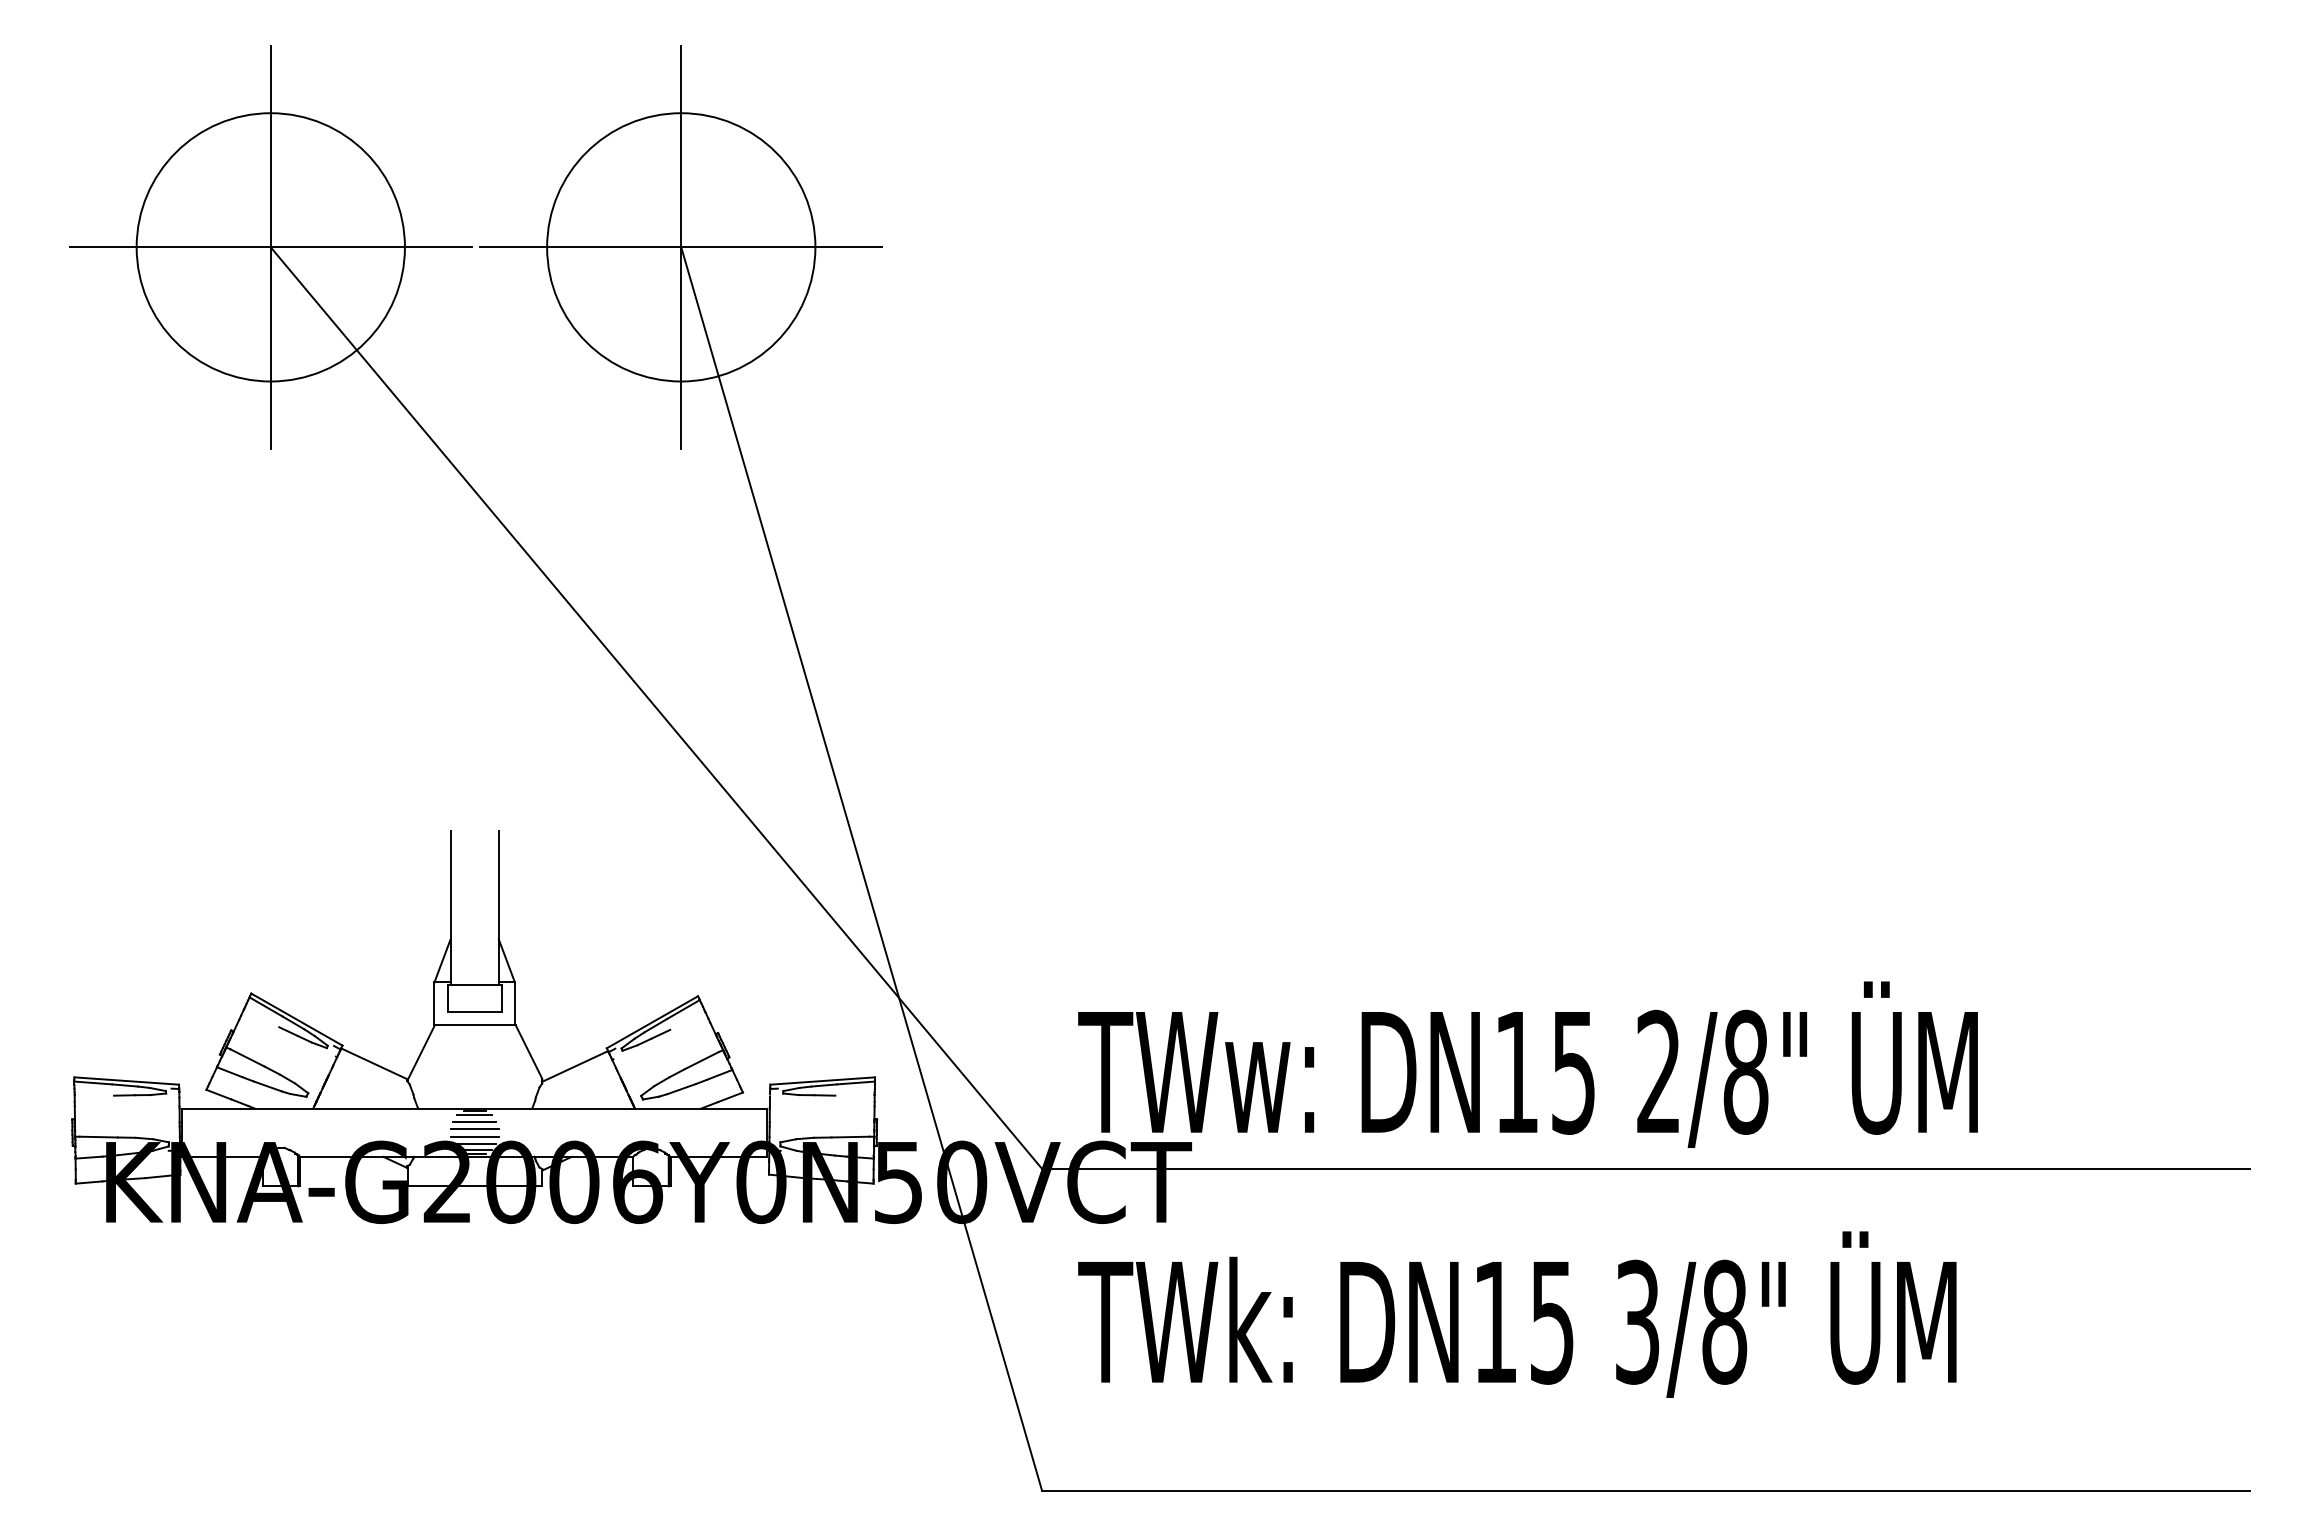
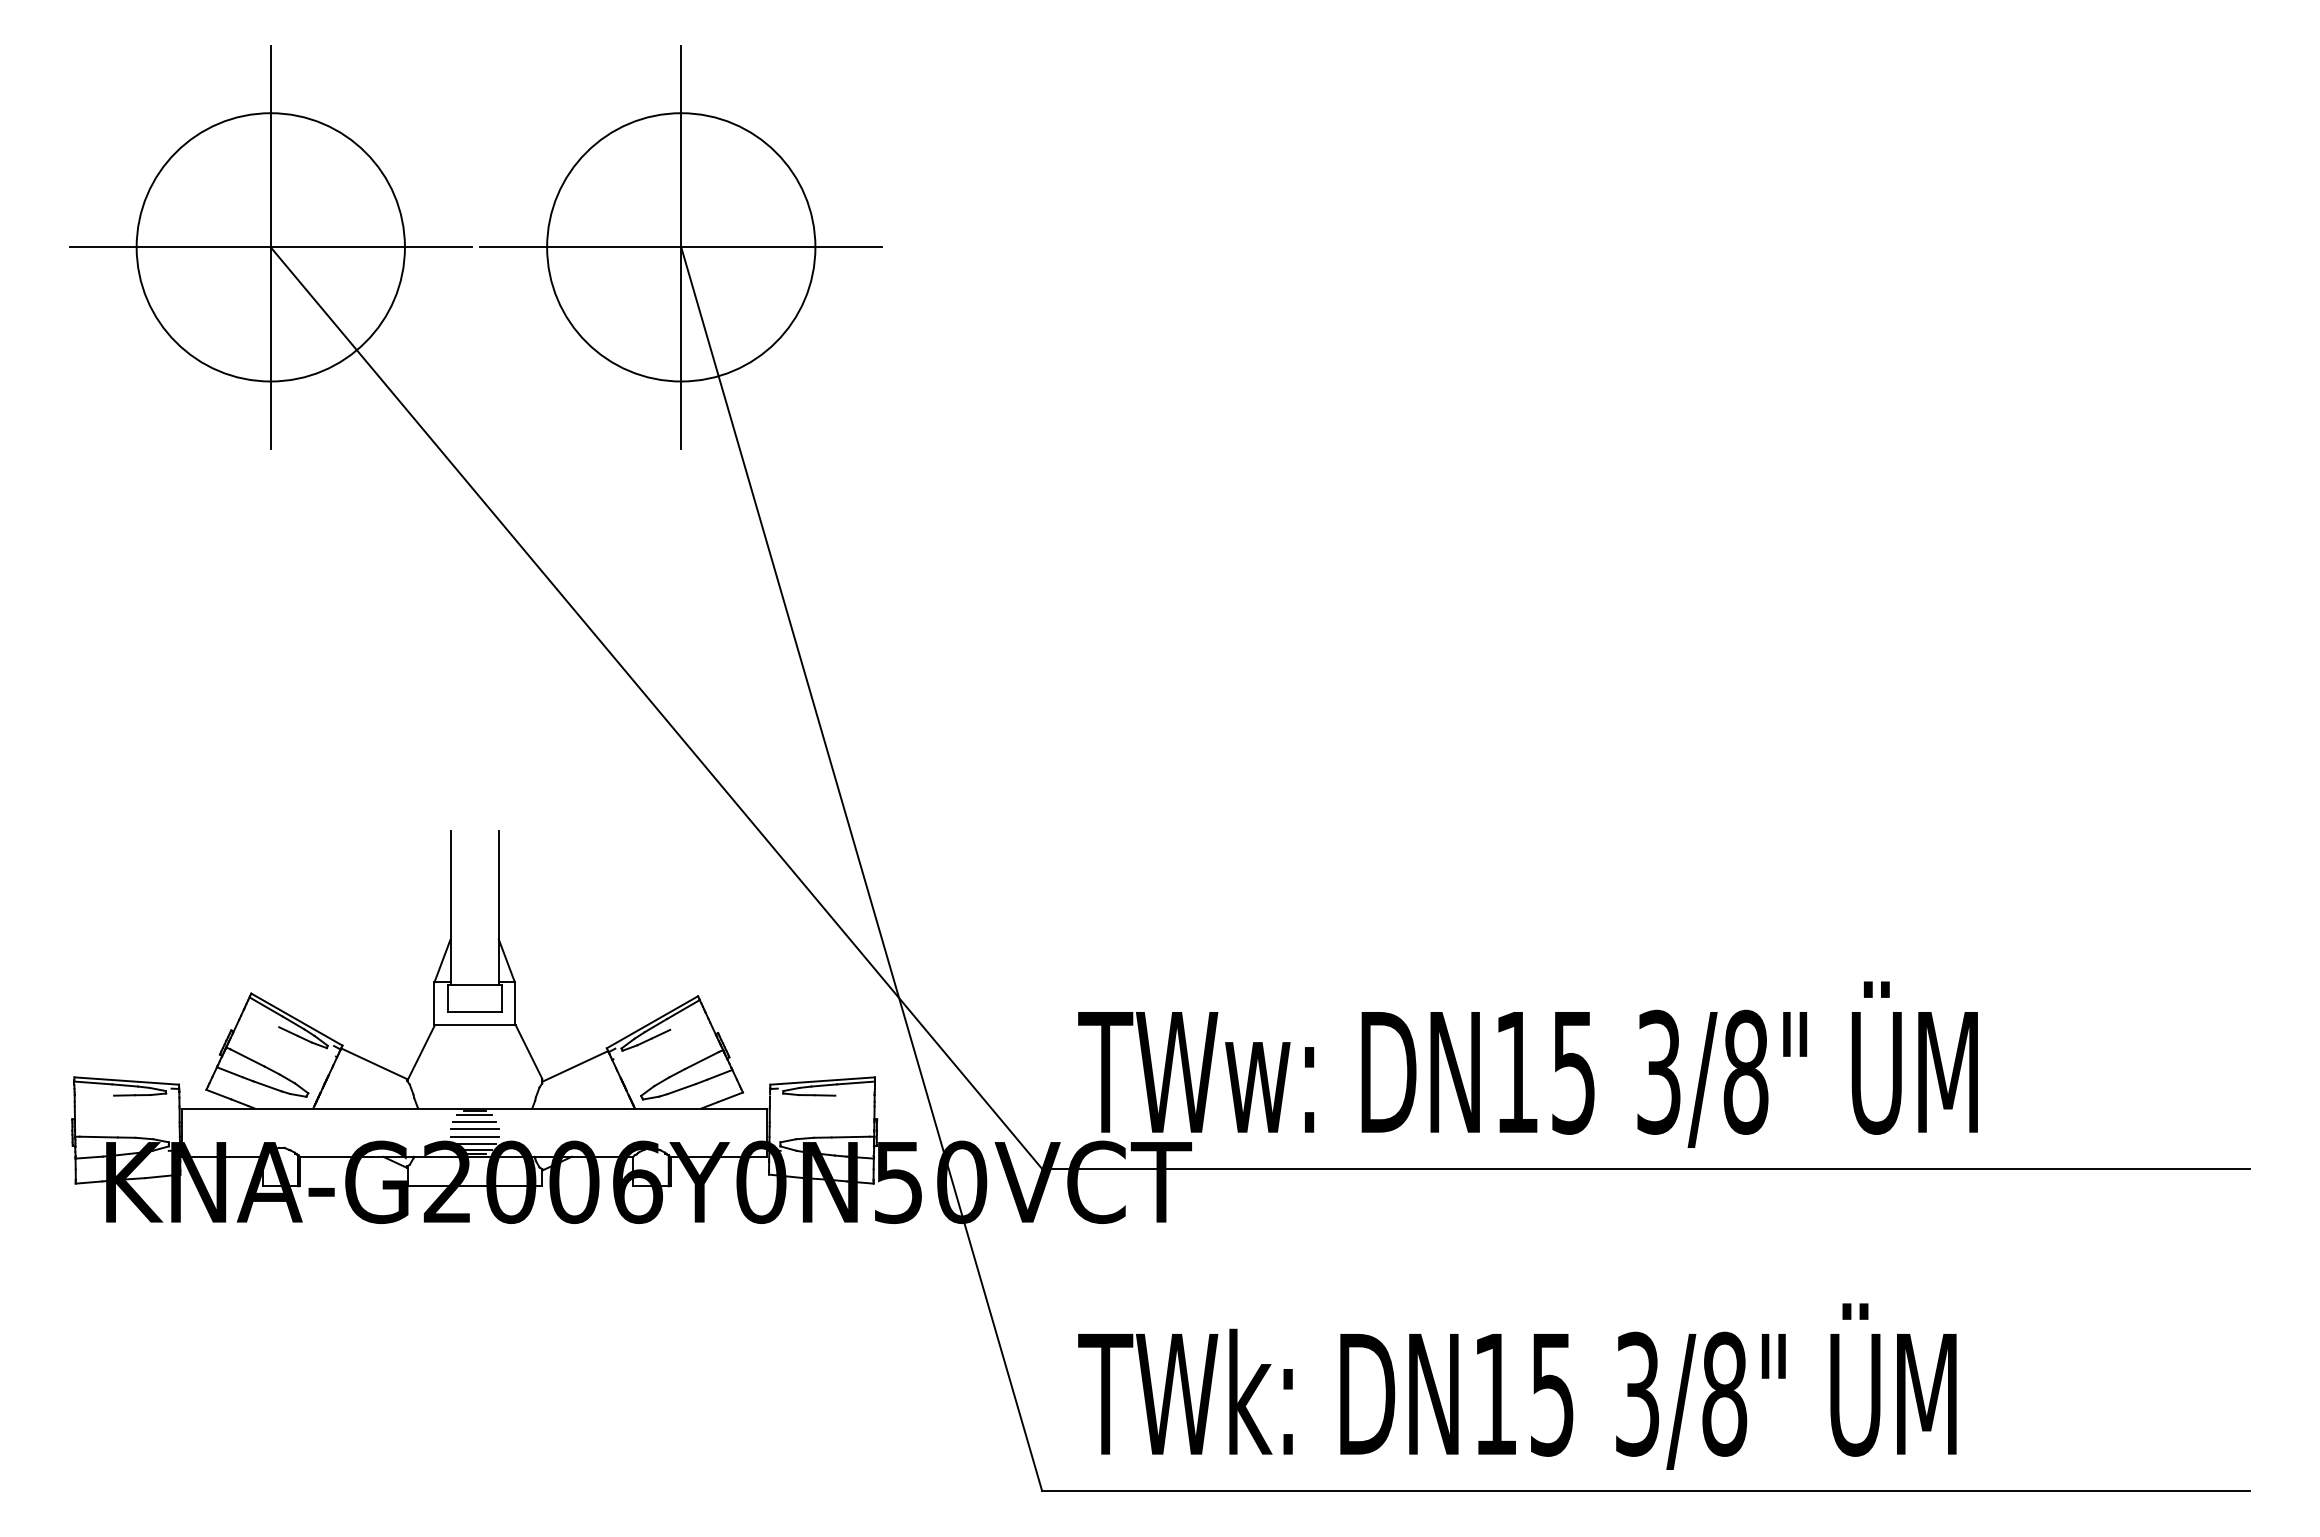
text at (1658, 1072): 2/8" -> 3/8"
text at (1517, 1314) position: (1517, 1314) -> (1517, 1386)
